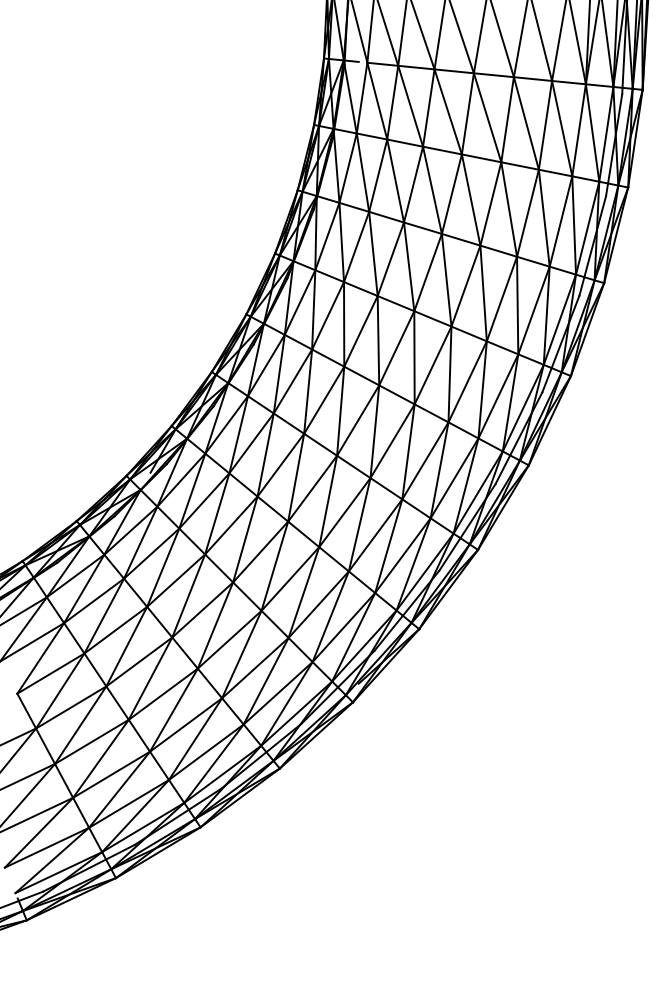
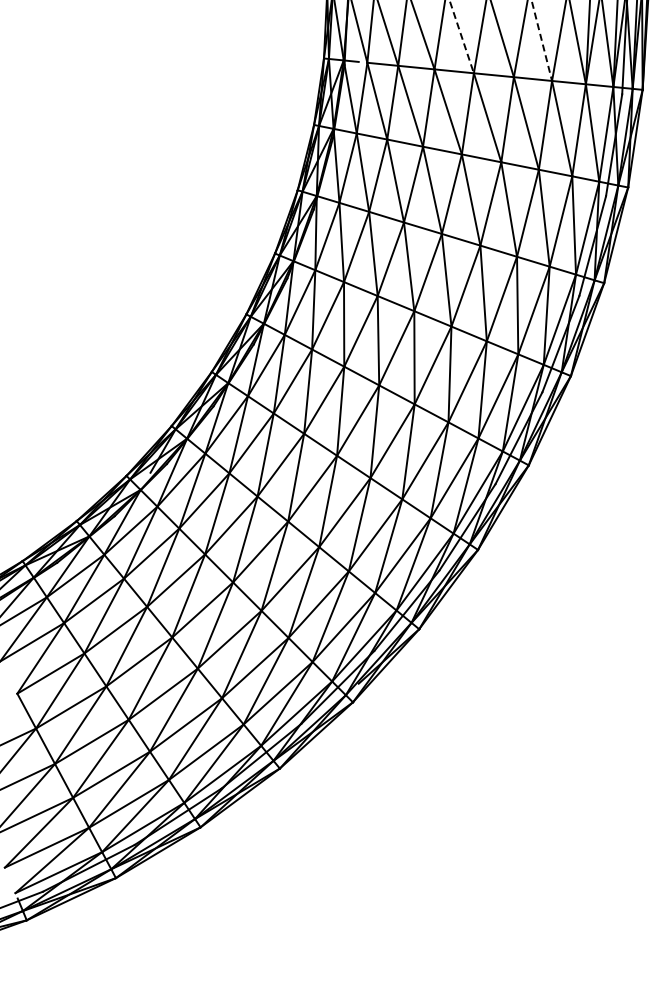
line at (461, 37): solid -> dashed
line at (542, 41): solid -> dashed
